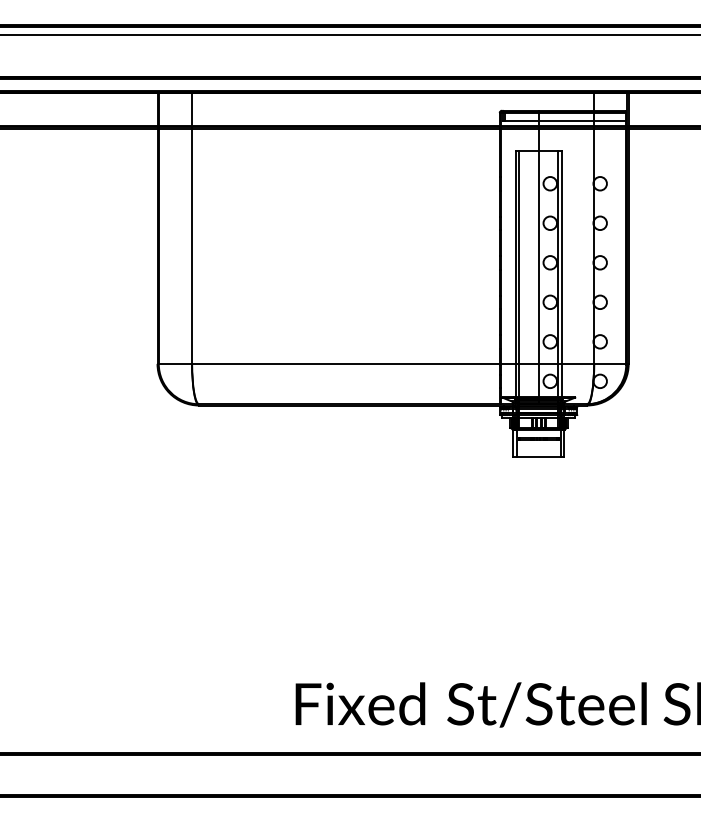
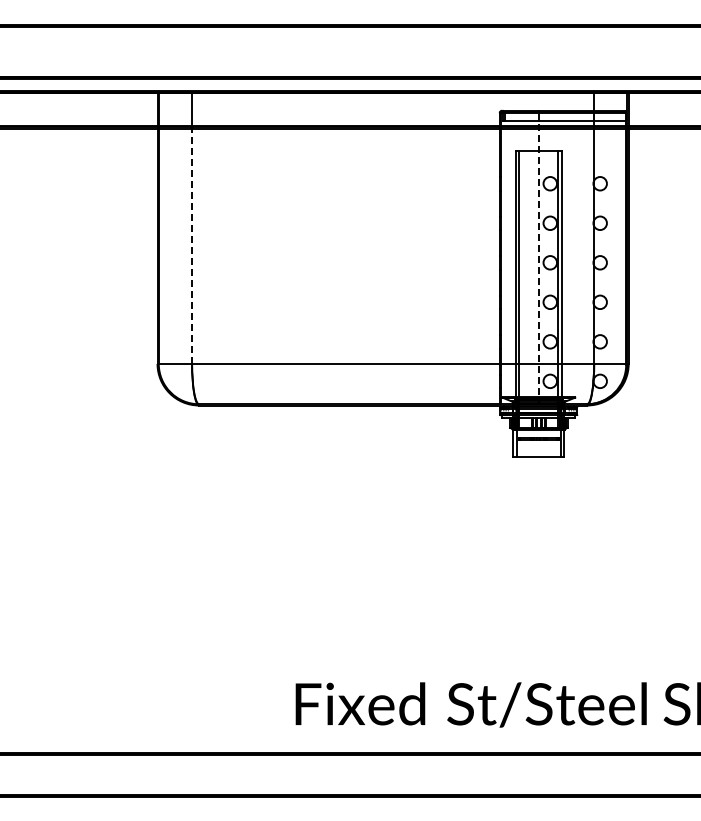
line at (349, 35): present -> none
line at (192, 246): solid -> dashed
line at (538, 258): solid -> dashed
